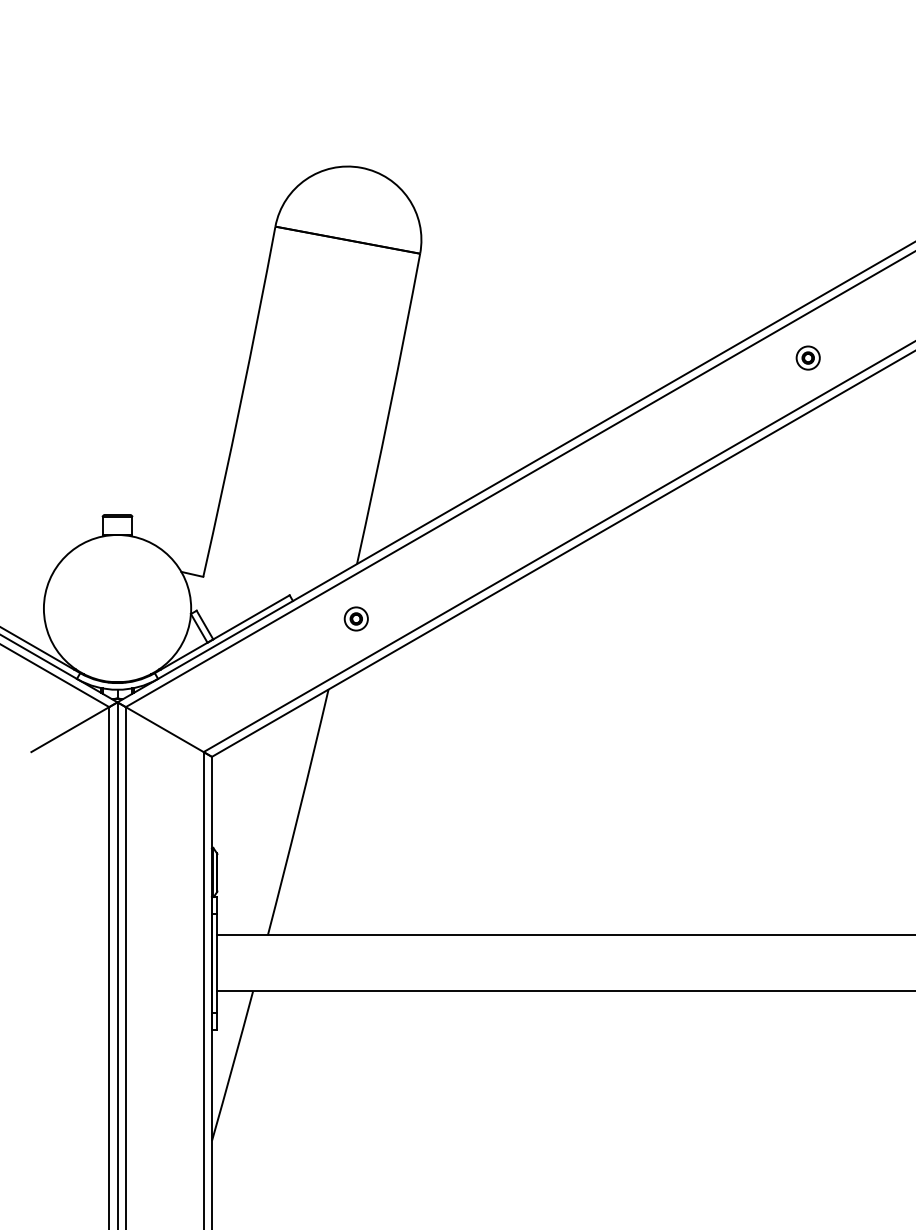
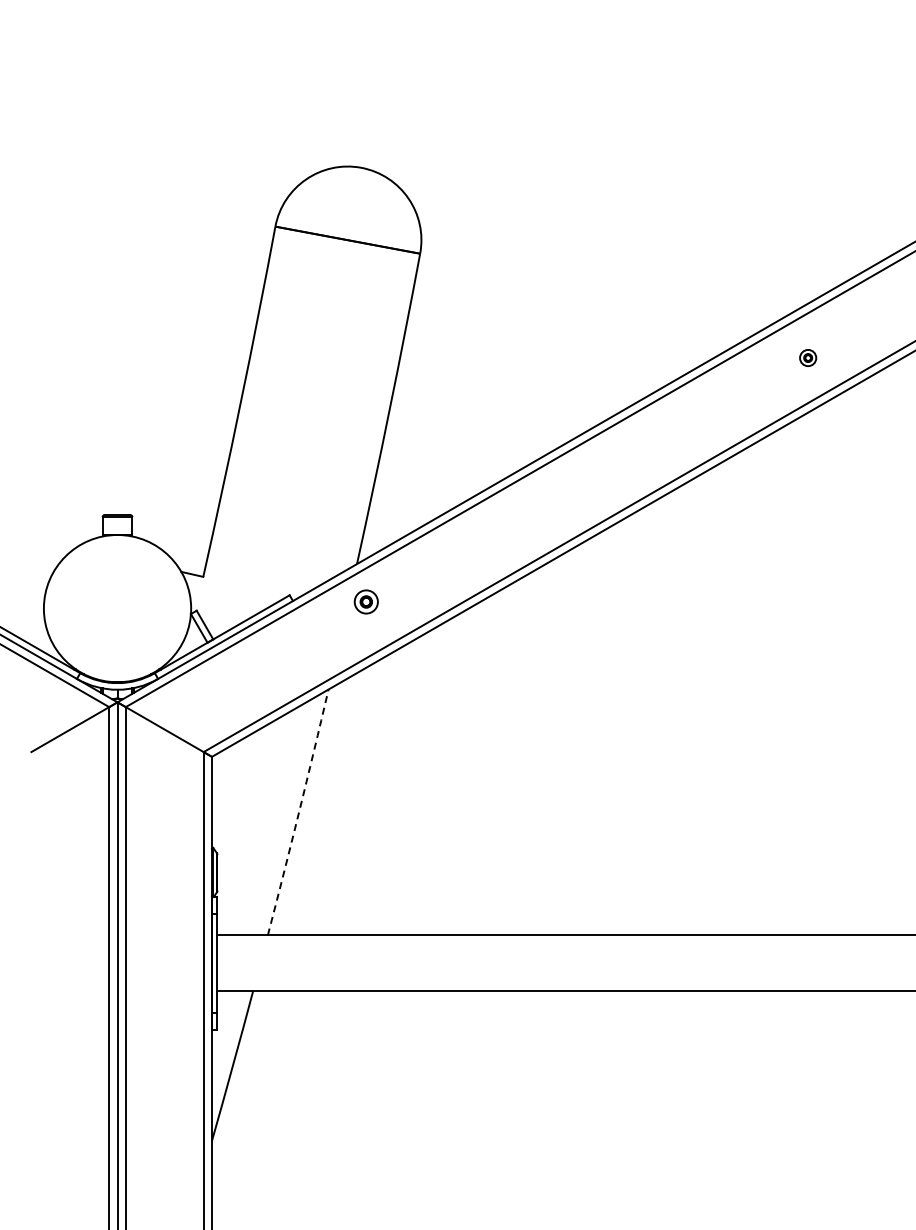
part at (807, 357) size: 26x26 px -> 19x18 px
part at (355, 618) position: (355, 618) -> (365, 601)
arc at (298, 812): solid -> dashed
